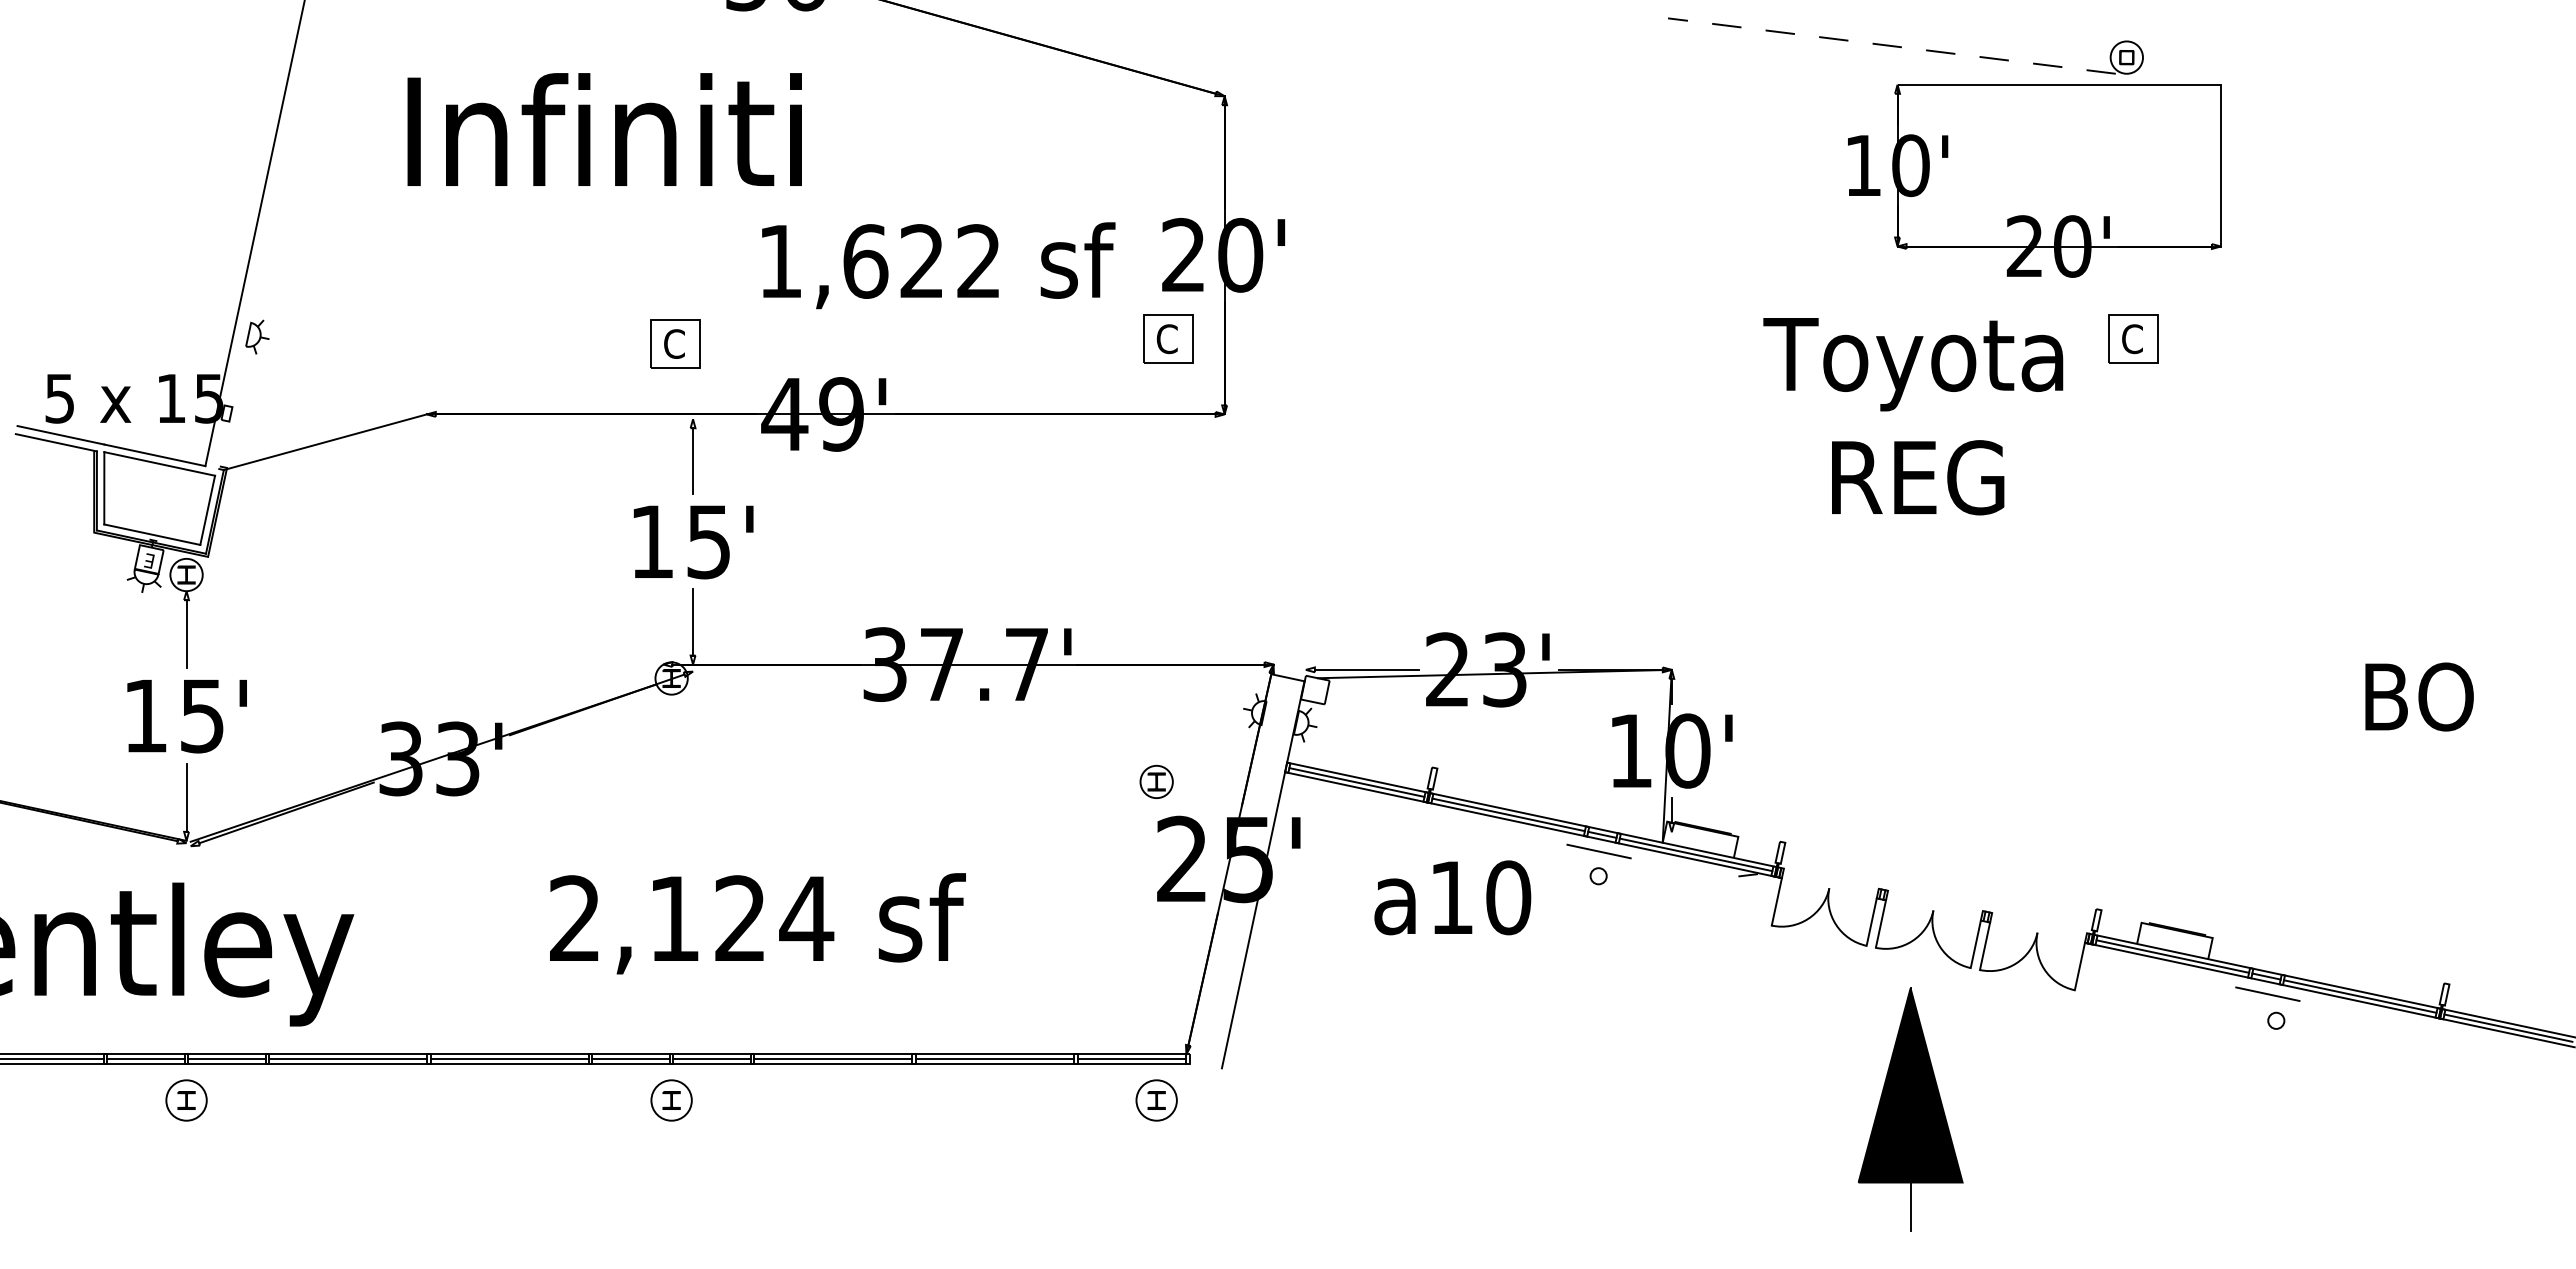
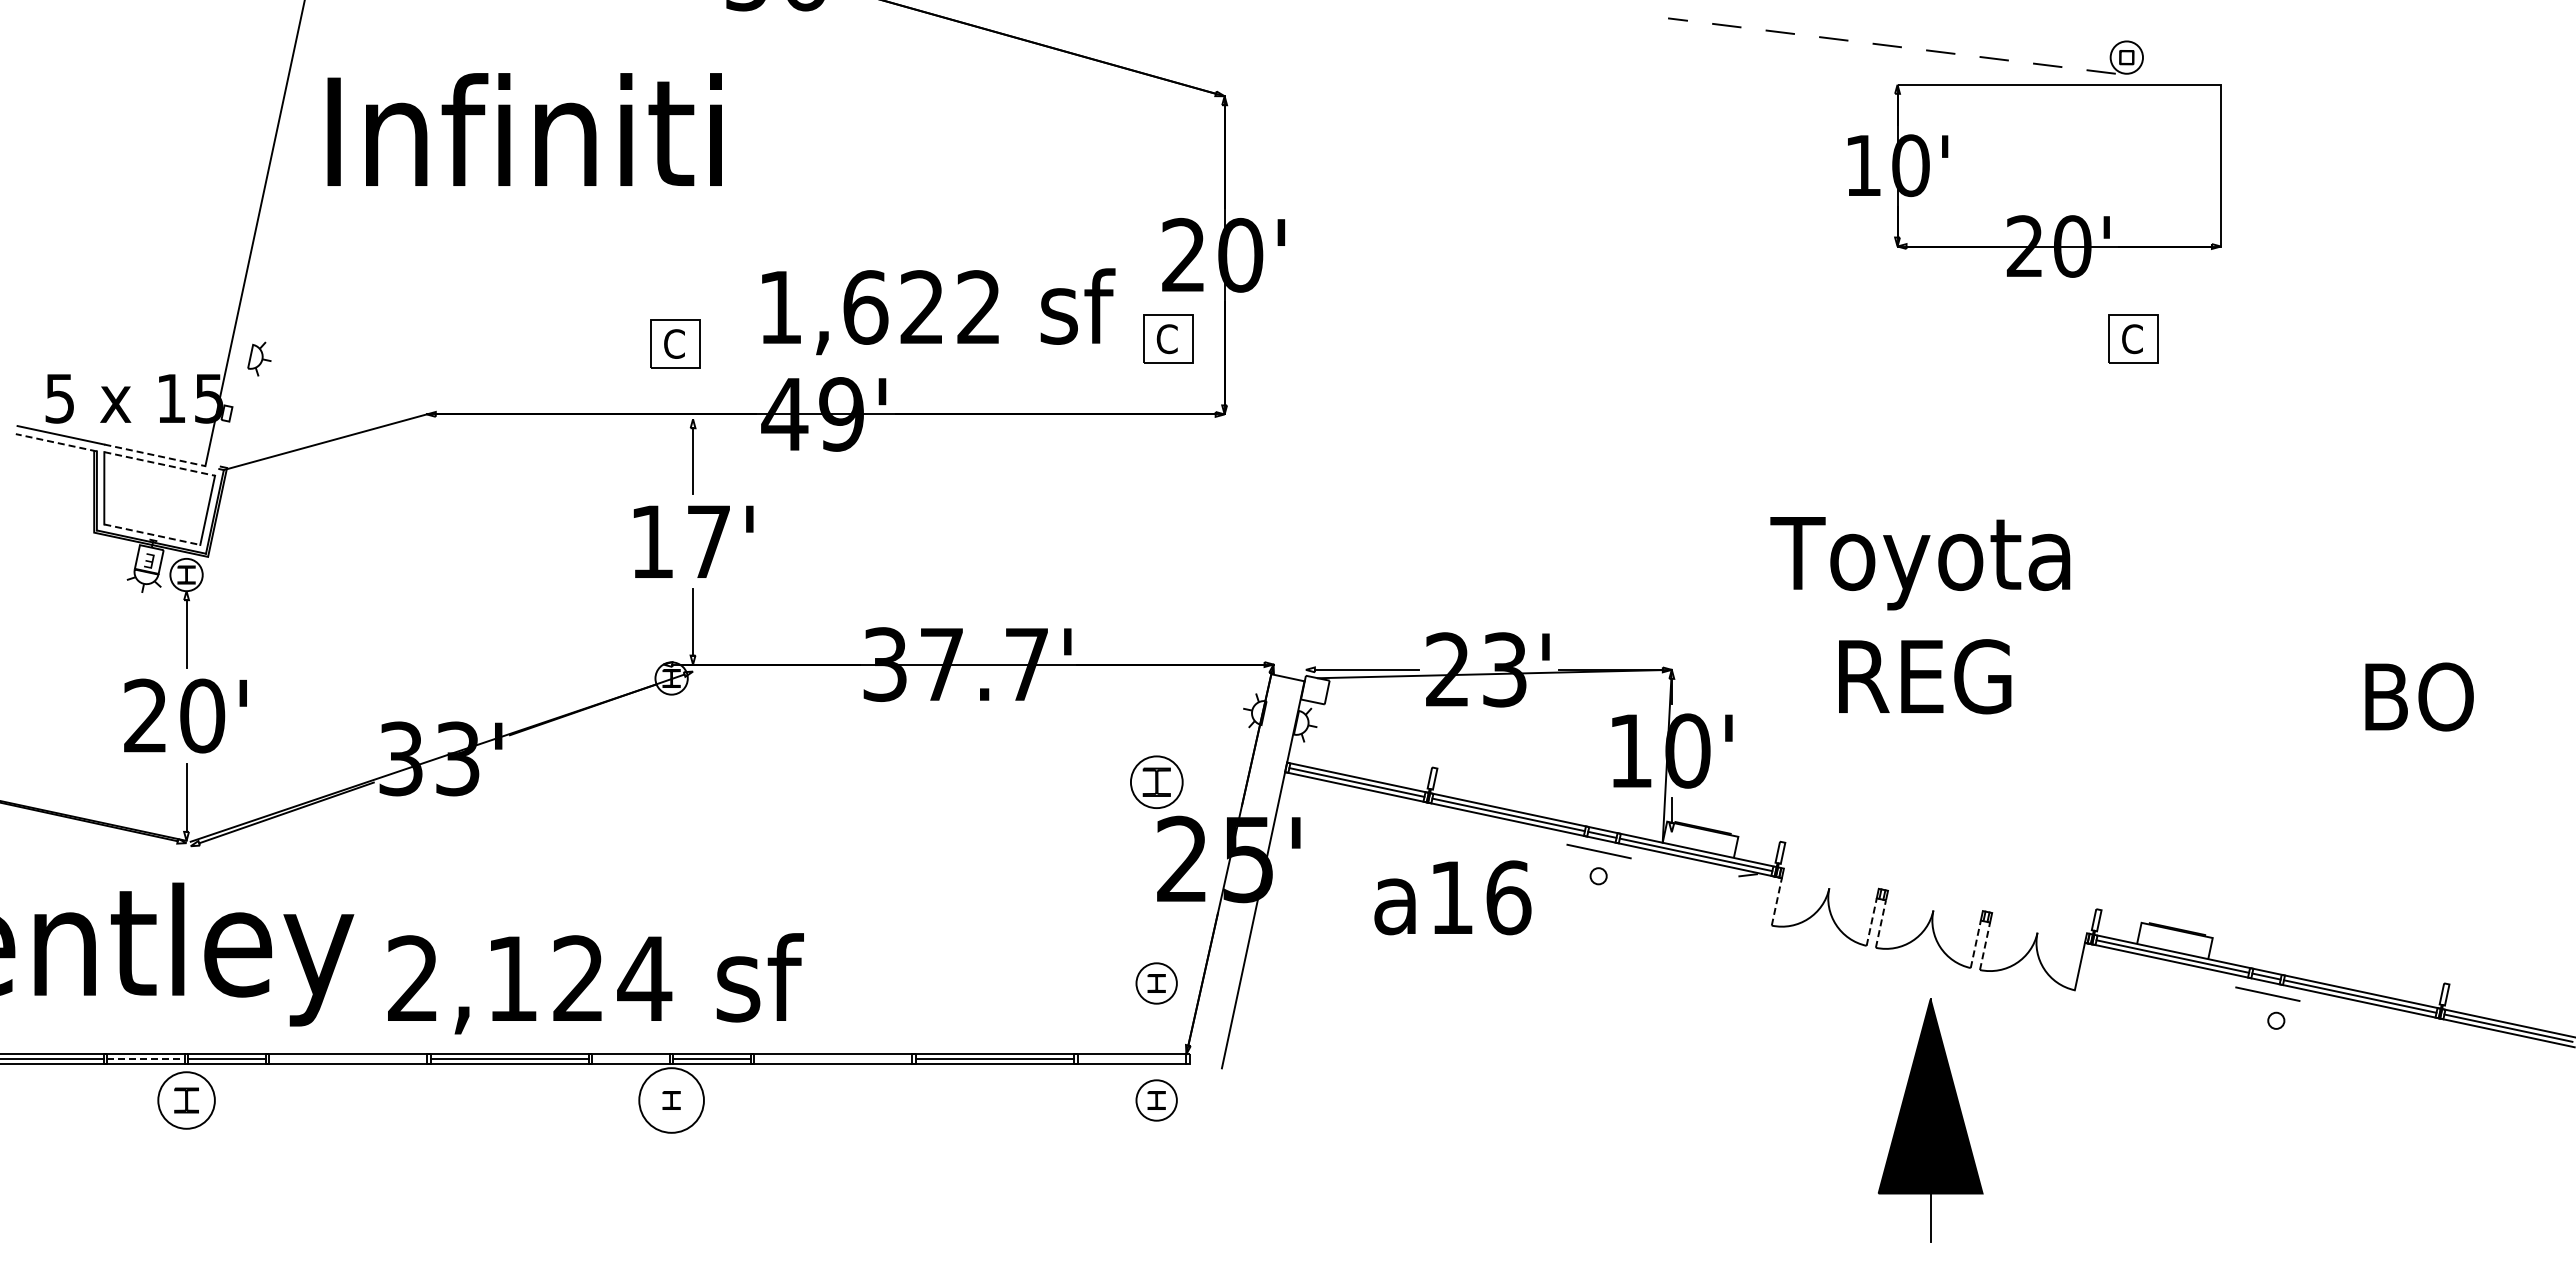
text at (604, 129) position: (604, 129) -> (524, 129)
text at (938, 265) position: (938, 265) -> (938, 311)
part at (257, 336) position: (257, 336) -> (259, 358)
text at (1913, 416) position: (1913, 416) -> (1920, 615)
line at (55, 442): solid -> dashed
line at (154, 455): solid -> dashed
line at (159, 463): solid -> dashed
line at (152, 534): solid -> dashed
text at (708, 542): 15' -> 17'
text at (174, 715): 15' -> 20'
part at (1156, 781) size: 35x35 px -> 54x54 px
text at (1508, 897): a10 -> a16
line at (1776, 901): solid -> dashed
line at (1871, 921): solid -> dashed
text at (757, 923) position: (757, 923) -> (595, 983)
line at (1881, 923): solid -> dashed
line at (1975, 943): solid -> dashed
line at (1985, 945): solid -> dashed
part at (1156, 983): none -> present
line at (146, 1059): solid -> dashed
line at (348, 1059): present -> none
line at (630, 1059): present -> none
line at (833, 1059): present -> none
line at (1131, 1059): present -> none
part at (186, 1100) size: 43x43 px -> 59x59 px
circle at (671, 1100) diameter: 40 px -> 65 px
part at (1910, 1109) position: (1910, 1109) -> (1930, 1120)
